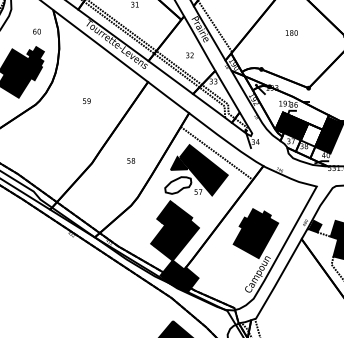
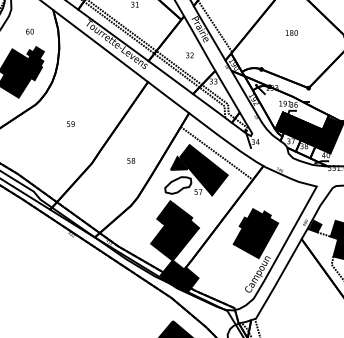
text at (36, 31) position: (36, 31) -> (29, 31)
text at (86, 100) position: (86, 100) -> (70, 123)
fill at (311, 134): none -> present
